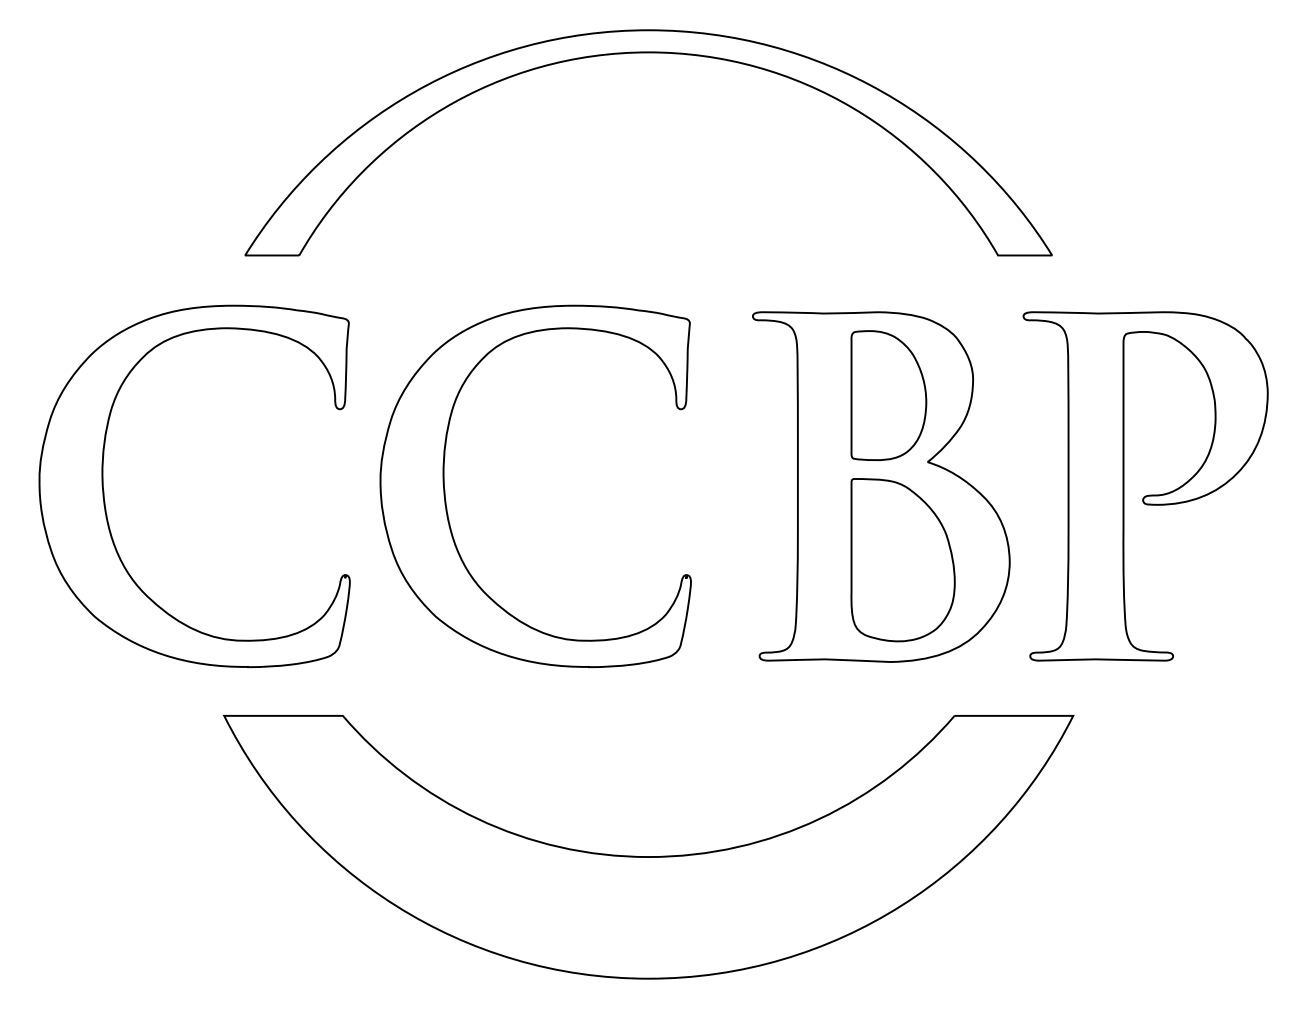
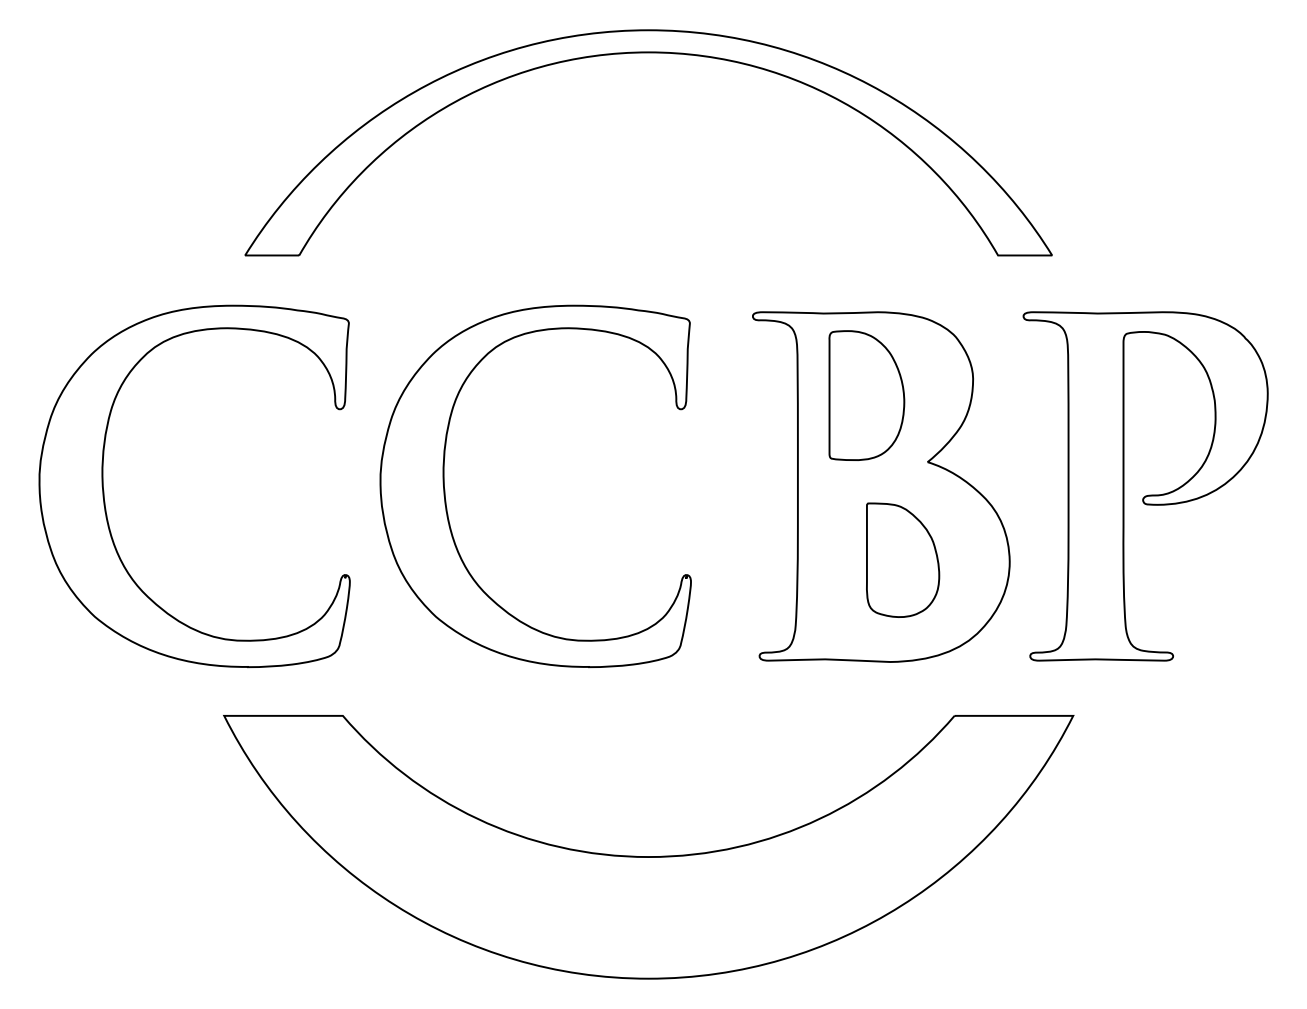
part at (888, 395) position: (888, 395) -> (866, 395)
part at (902, 560) size: 106x165 px -> 75x116 px
